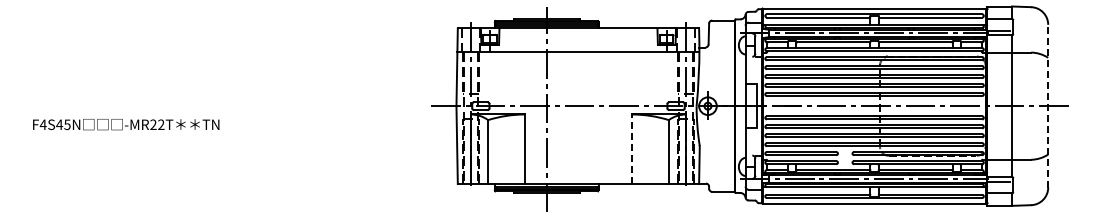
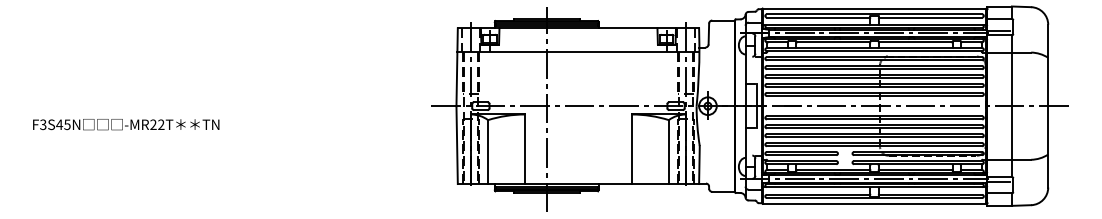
line at (1048, 105): dashed -> solid
text at (42, 124): F4S45N -> F3S45N
line at (631, 149): dashed -> solid
